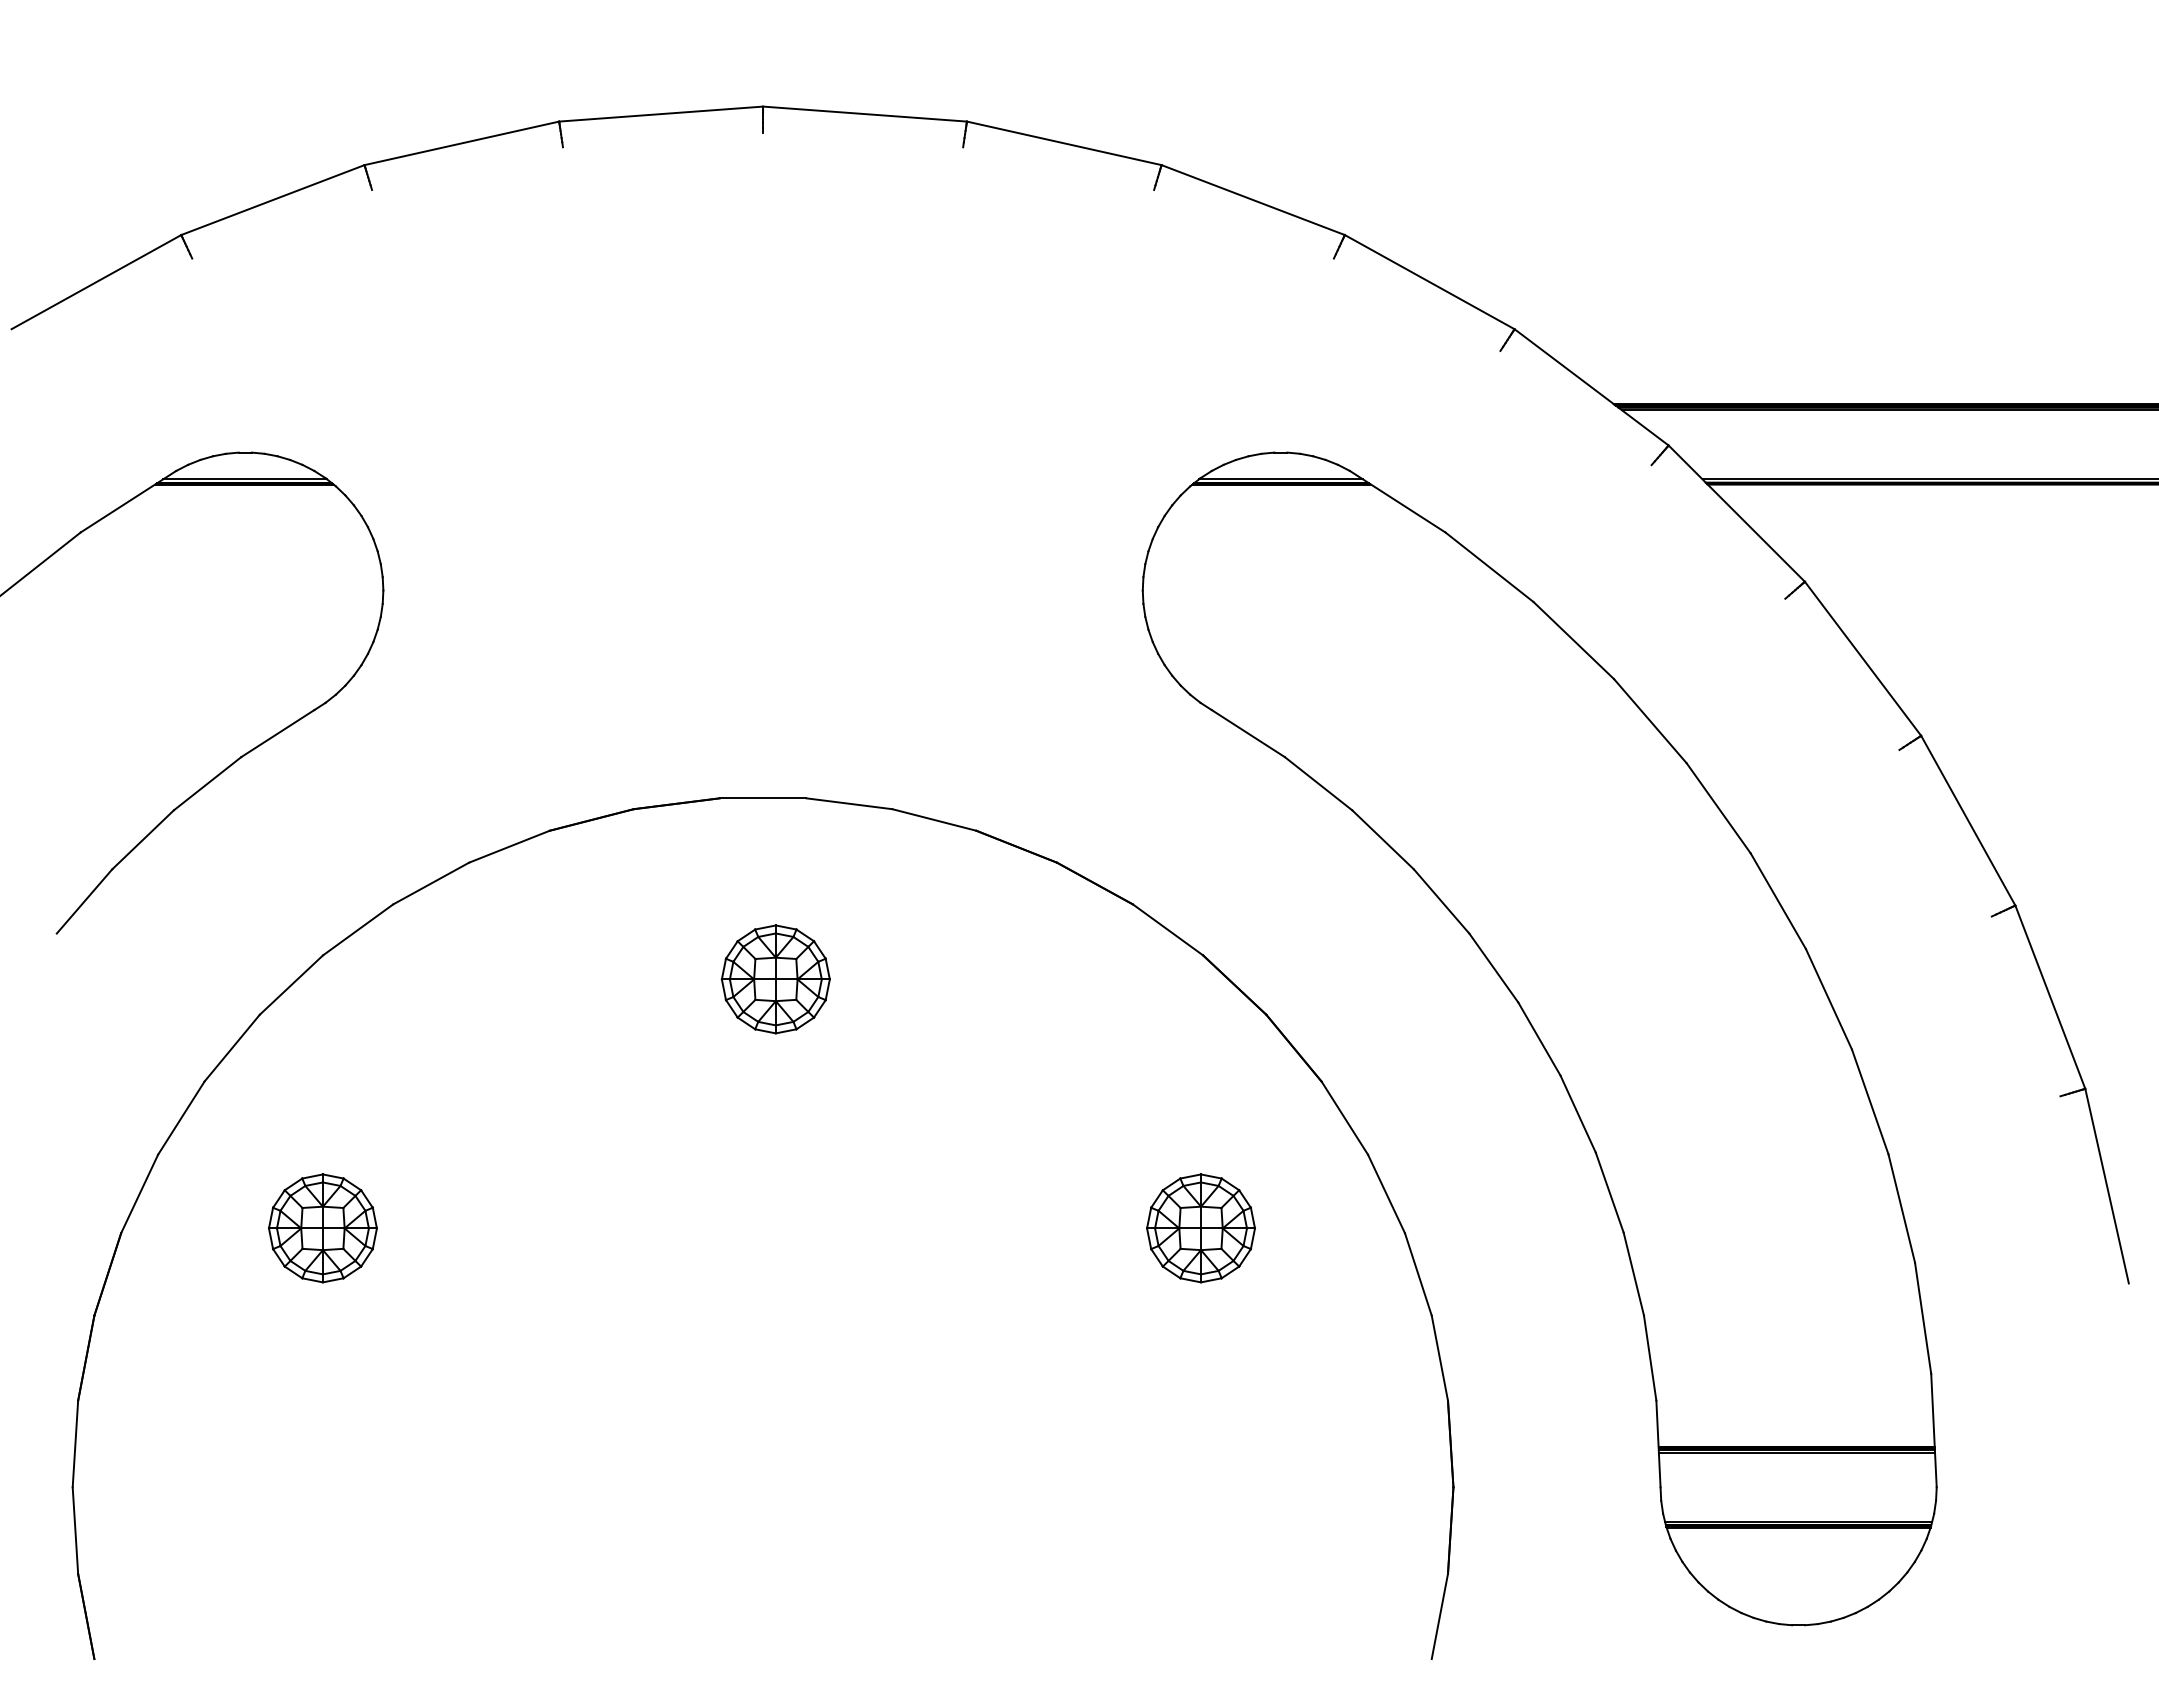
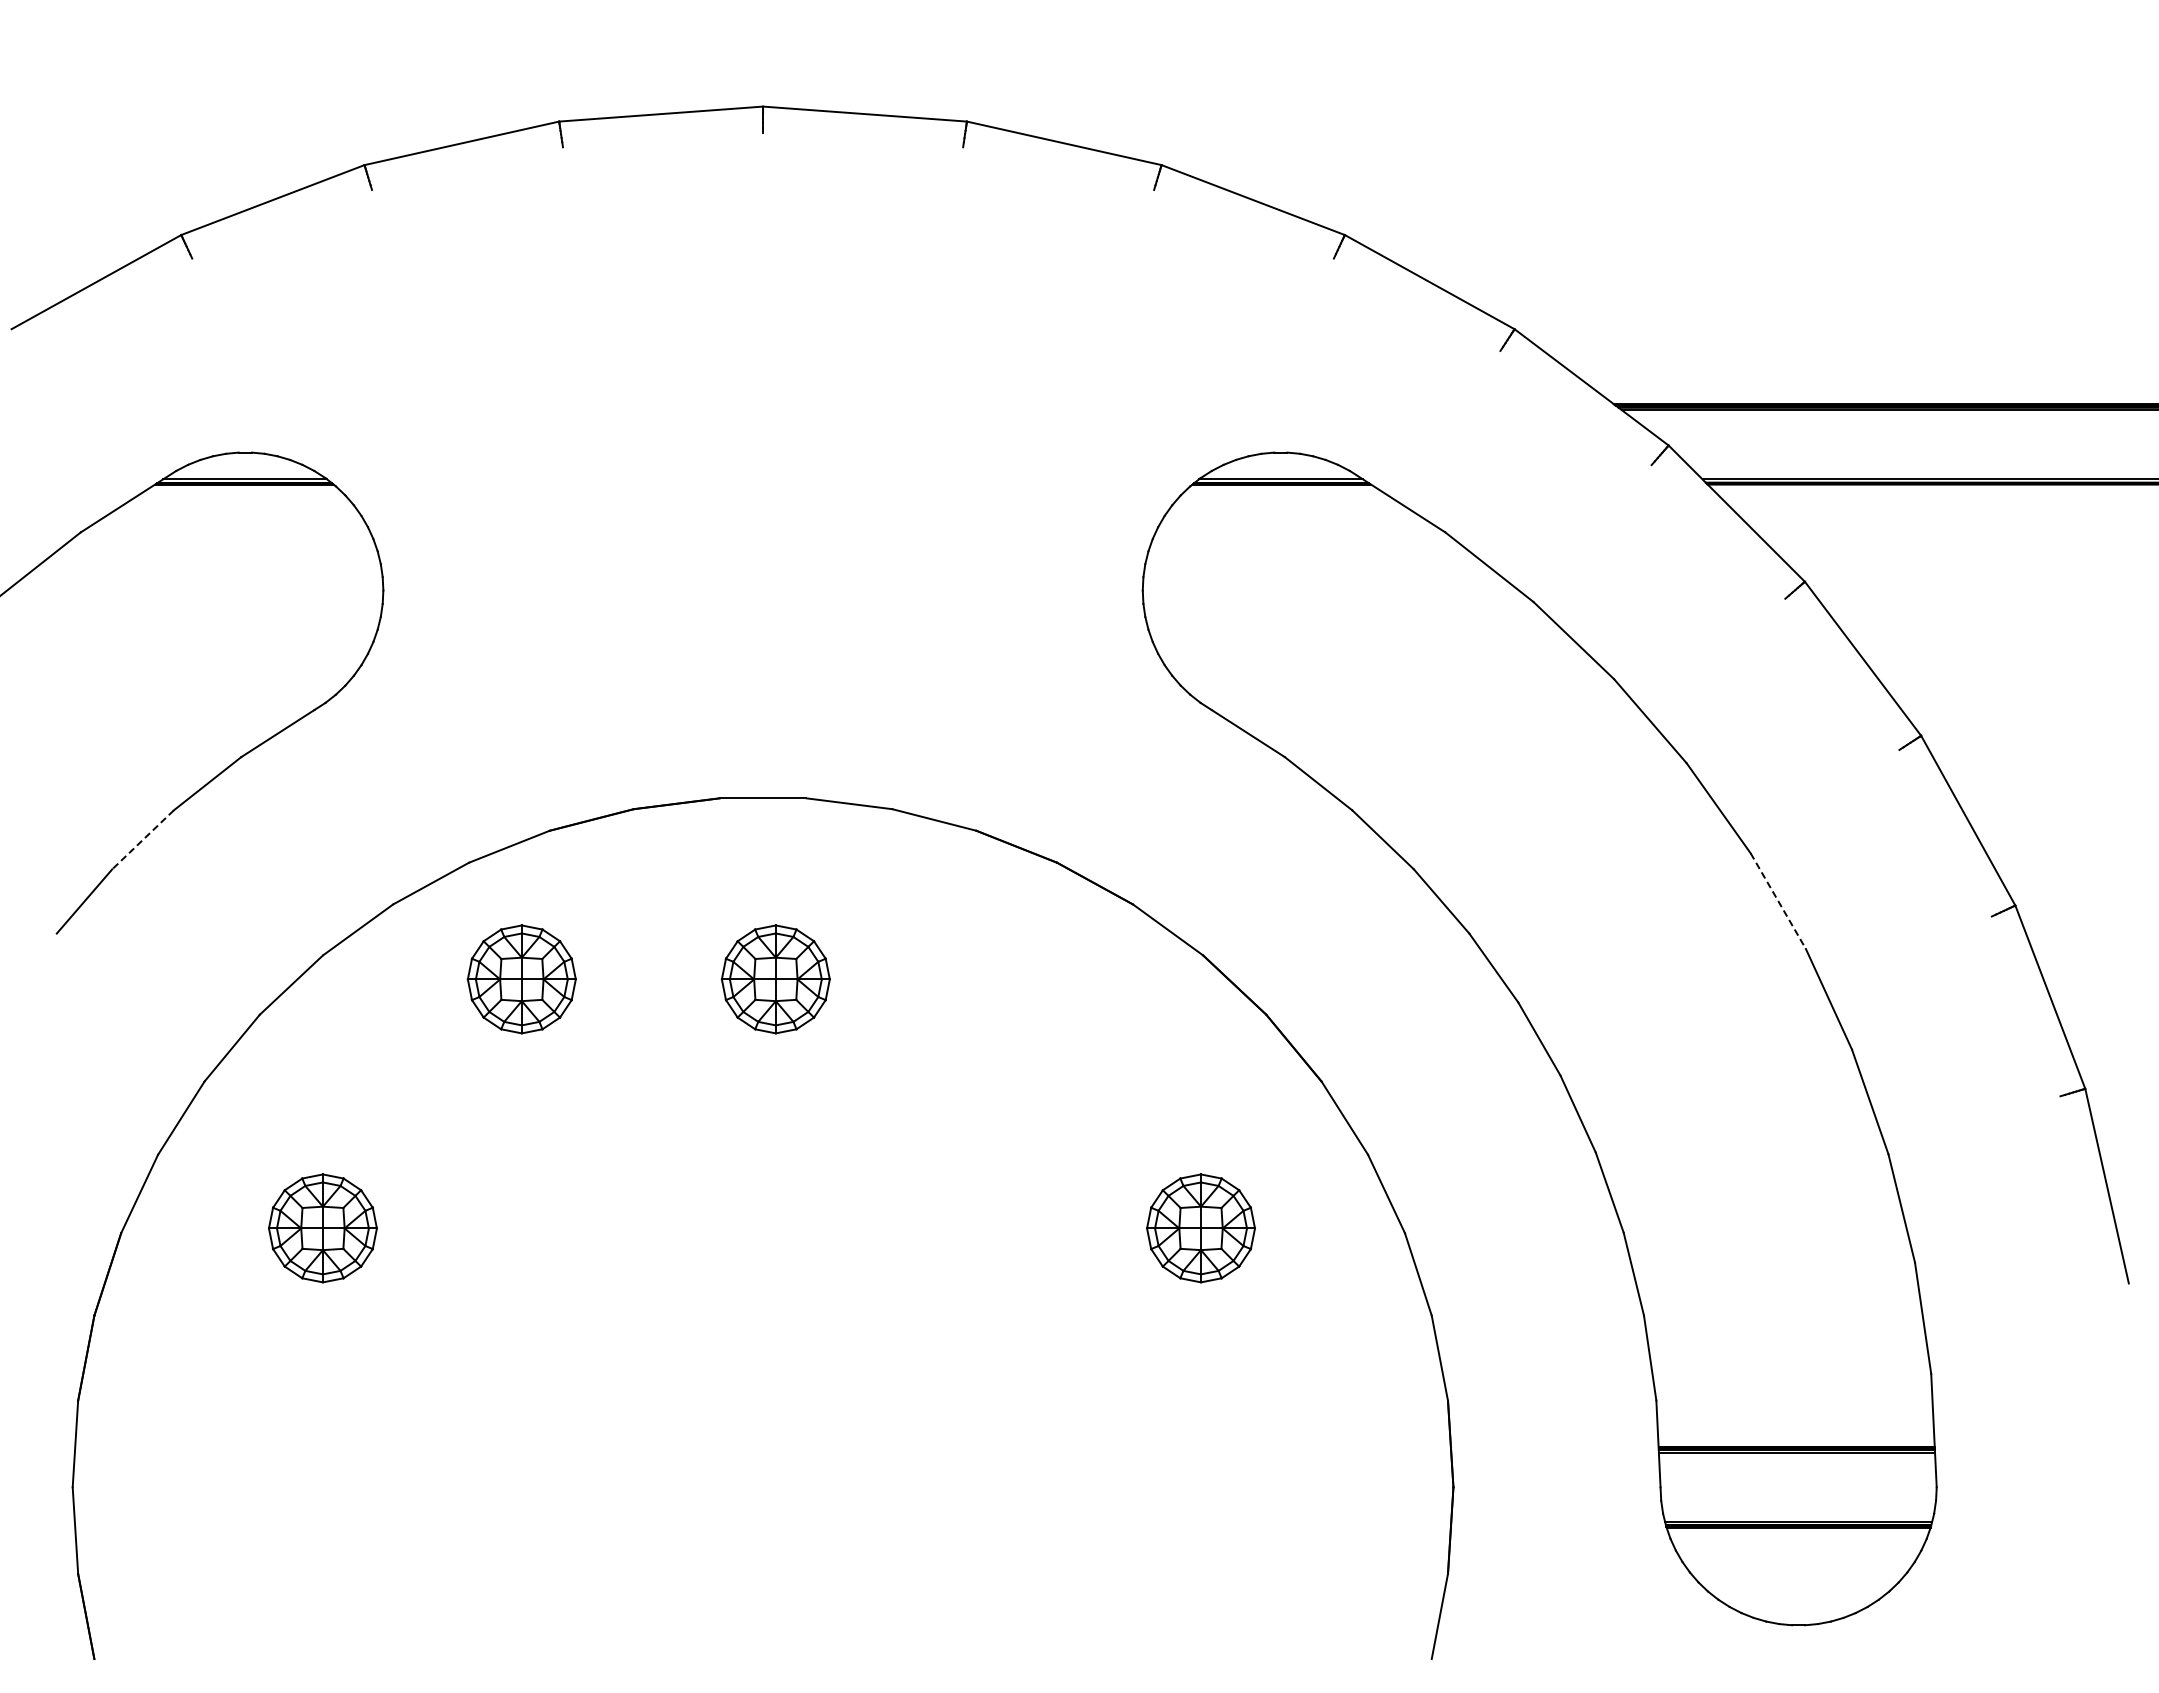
line at (143, 839): solid -> dashed
line at (1778, 901): solid -> dashed
part at (521, 979): none -> present
